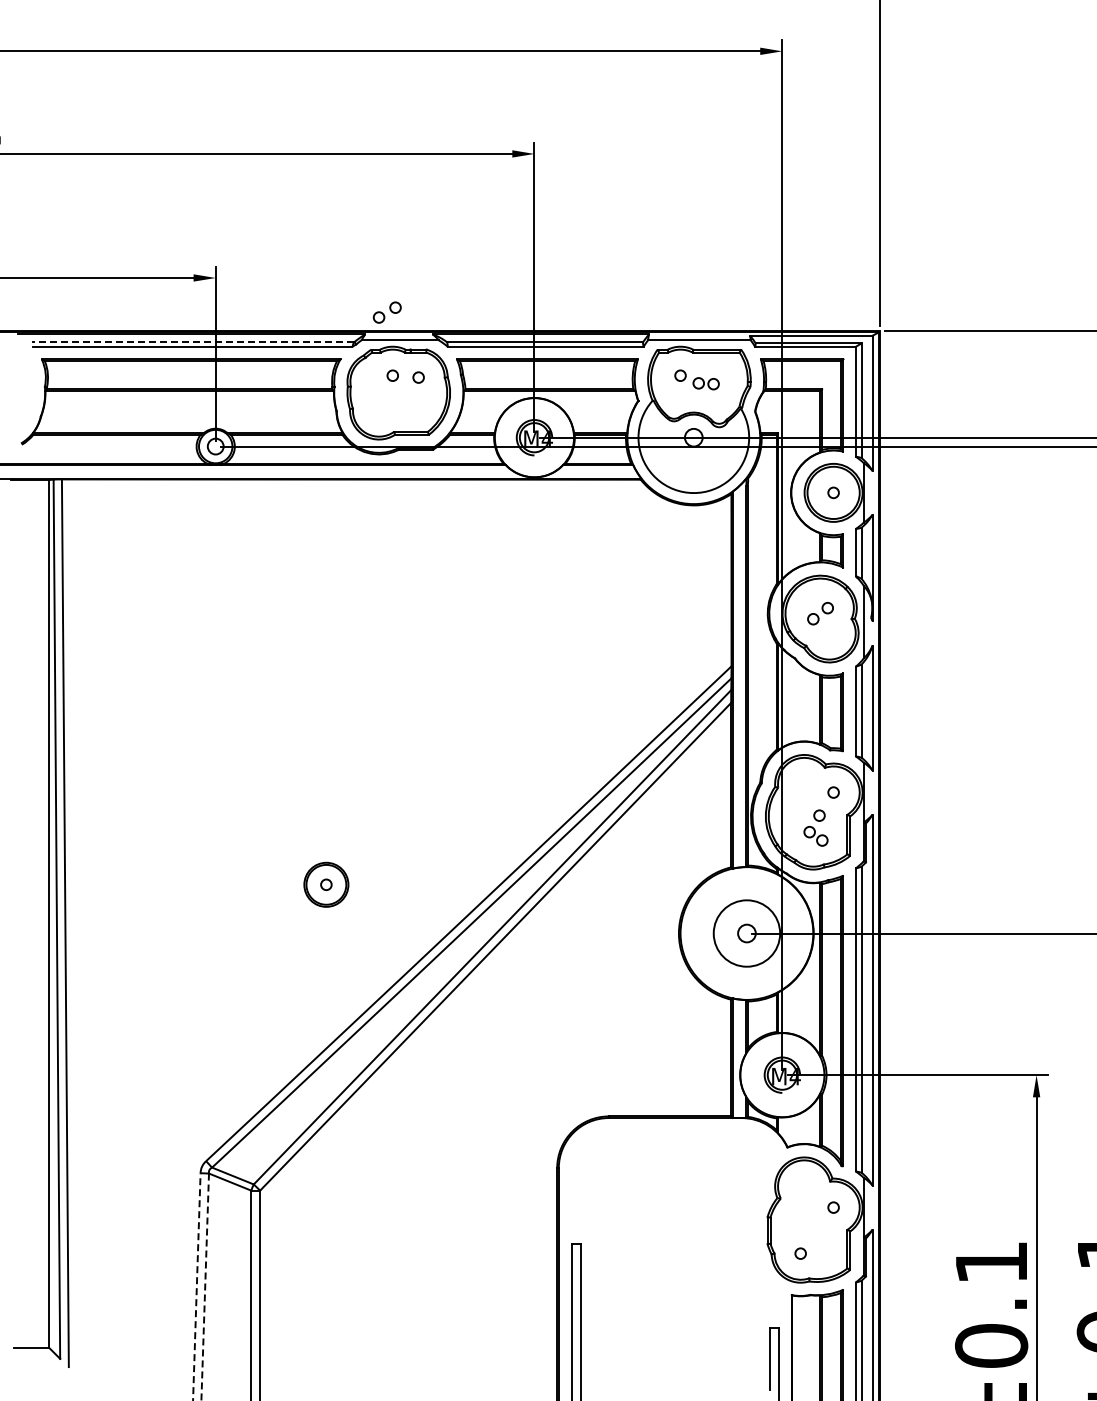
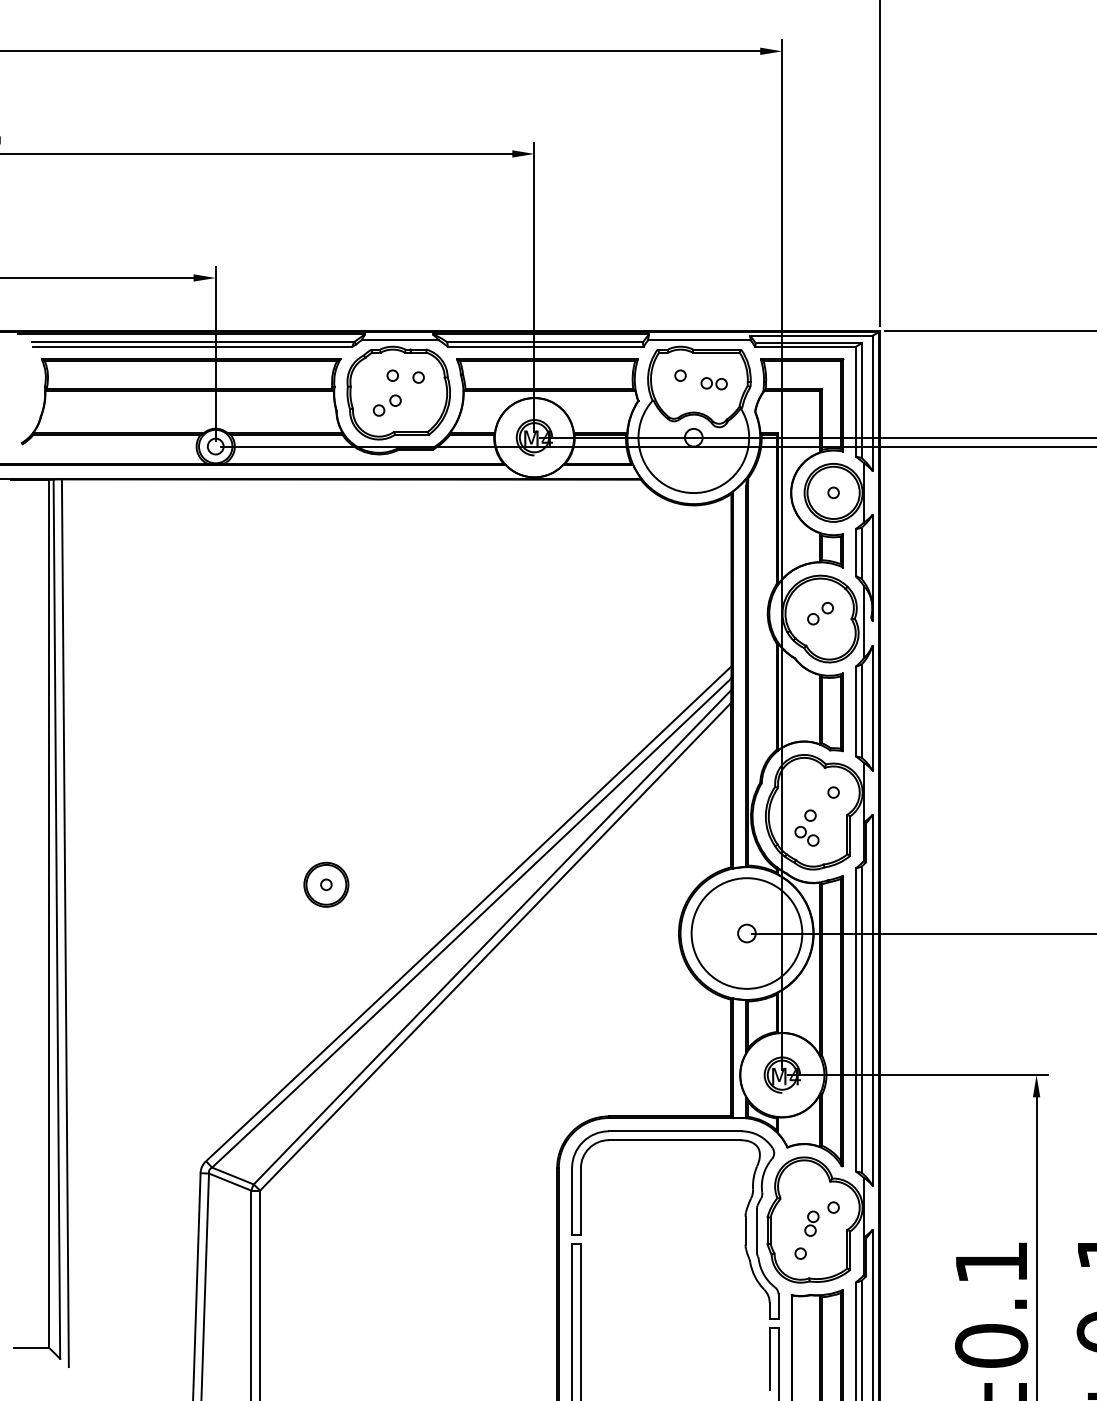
part at (386, 312) position: (386, 312) -> (386, 405)
line at (193, 342): dashed -> solid
part at (705, 383) position: (705, 383) -> (713, 383)
part at (815, 827) position: (815, 827) -> (806, 827)
circle at (746, 933) diameter: 66 px -> 111 px
part at (744, 1216): none -> present
part at (811, 1223): none -> present
line at (196, 1286): dashed -> solid
line at (205, 1287): dashed -> solid
